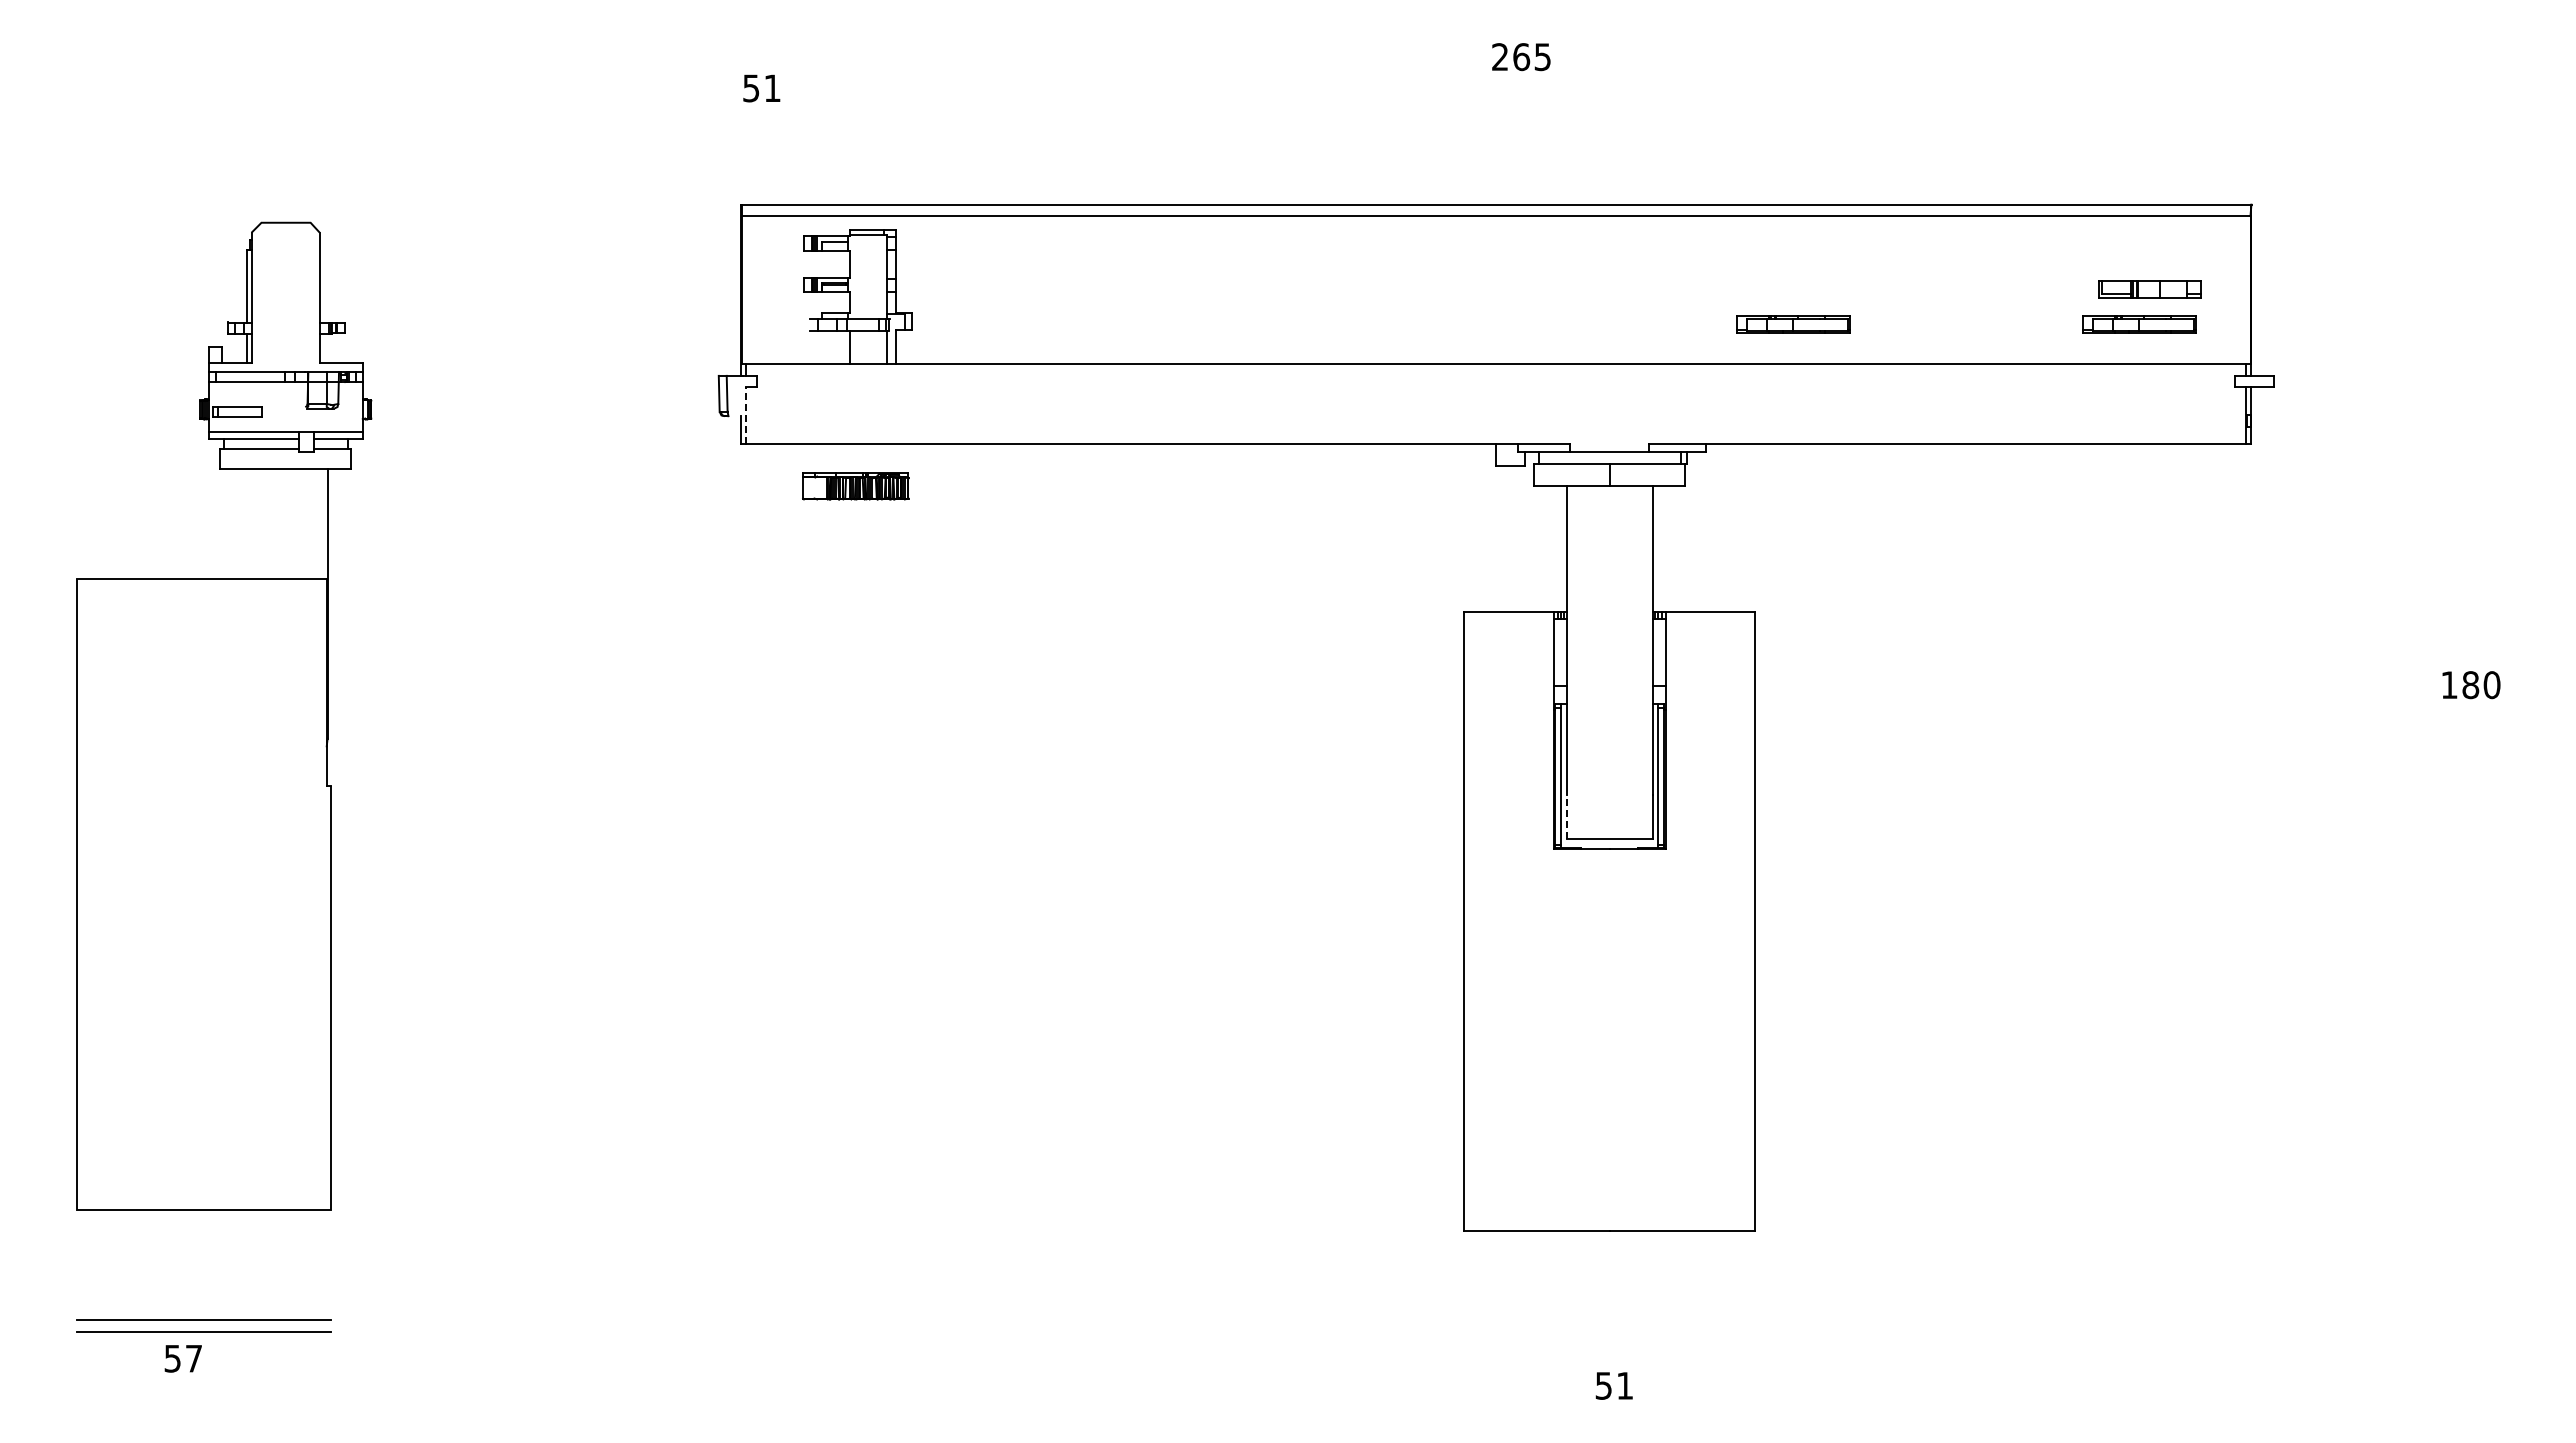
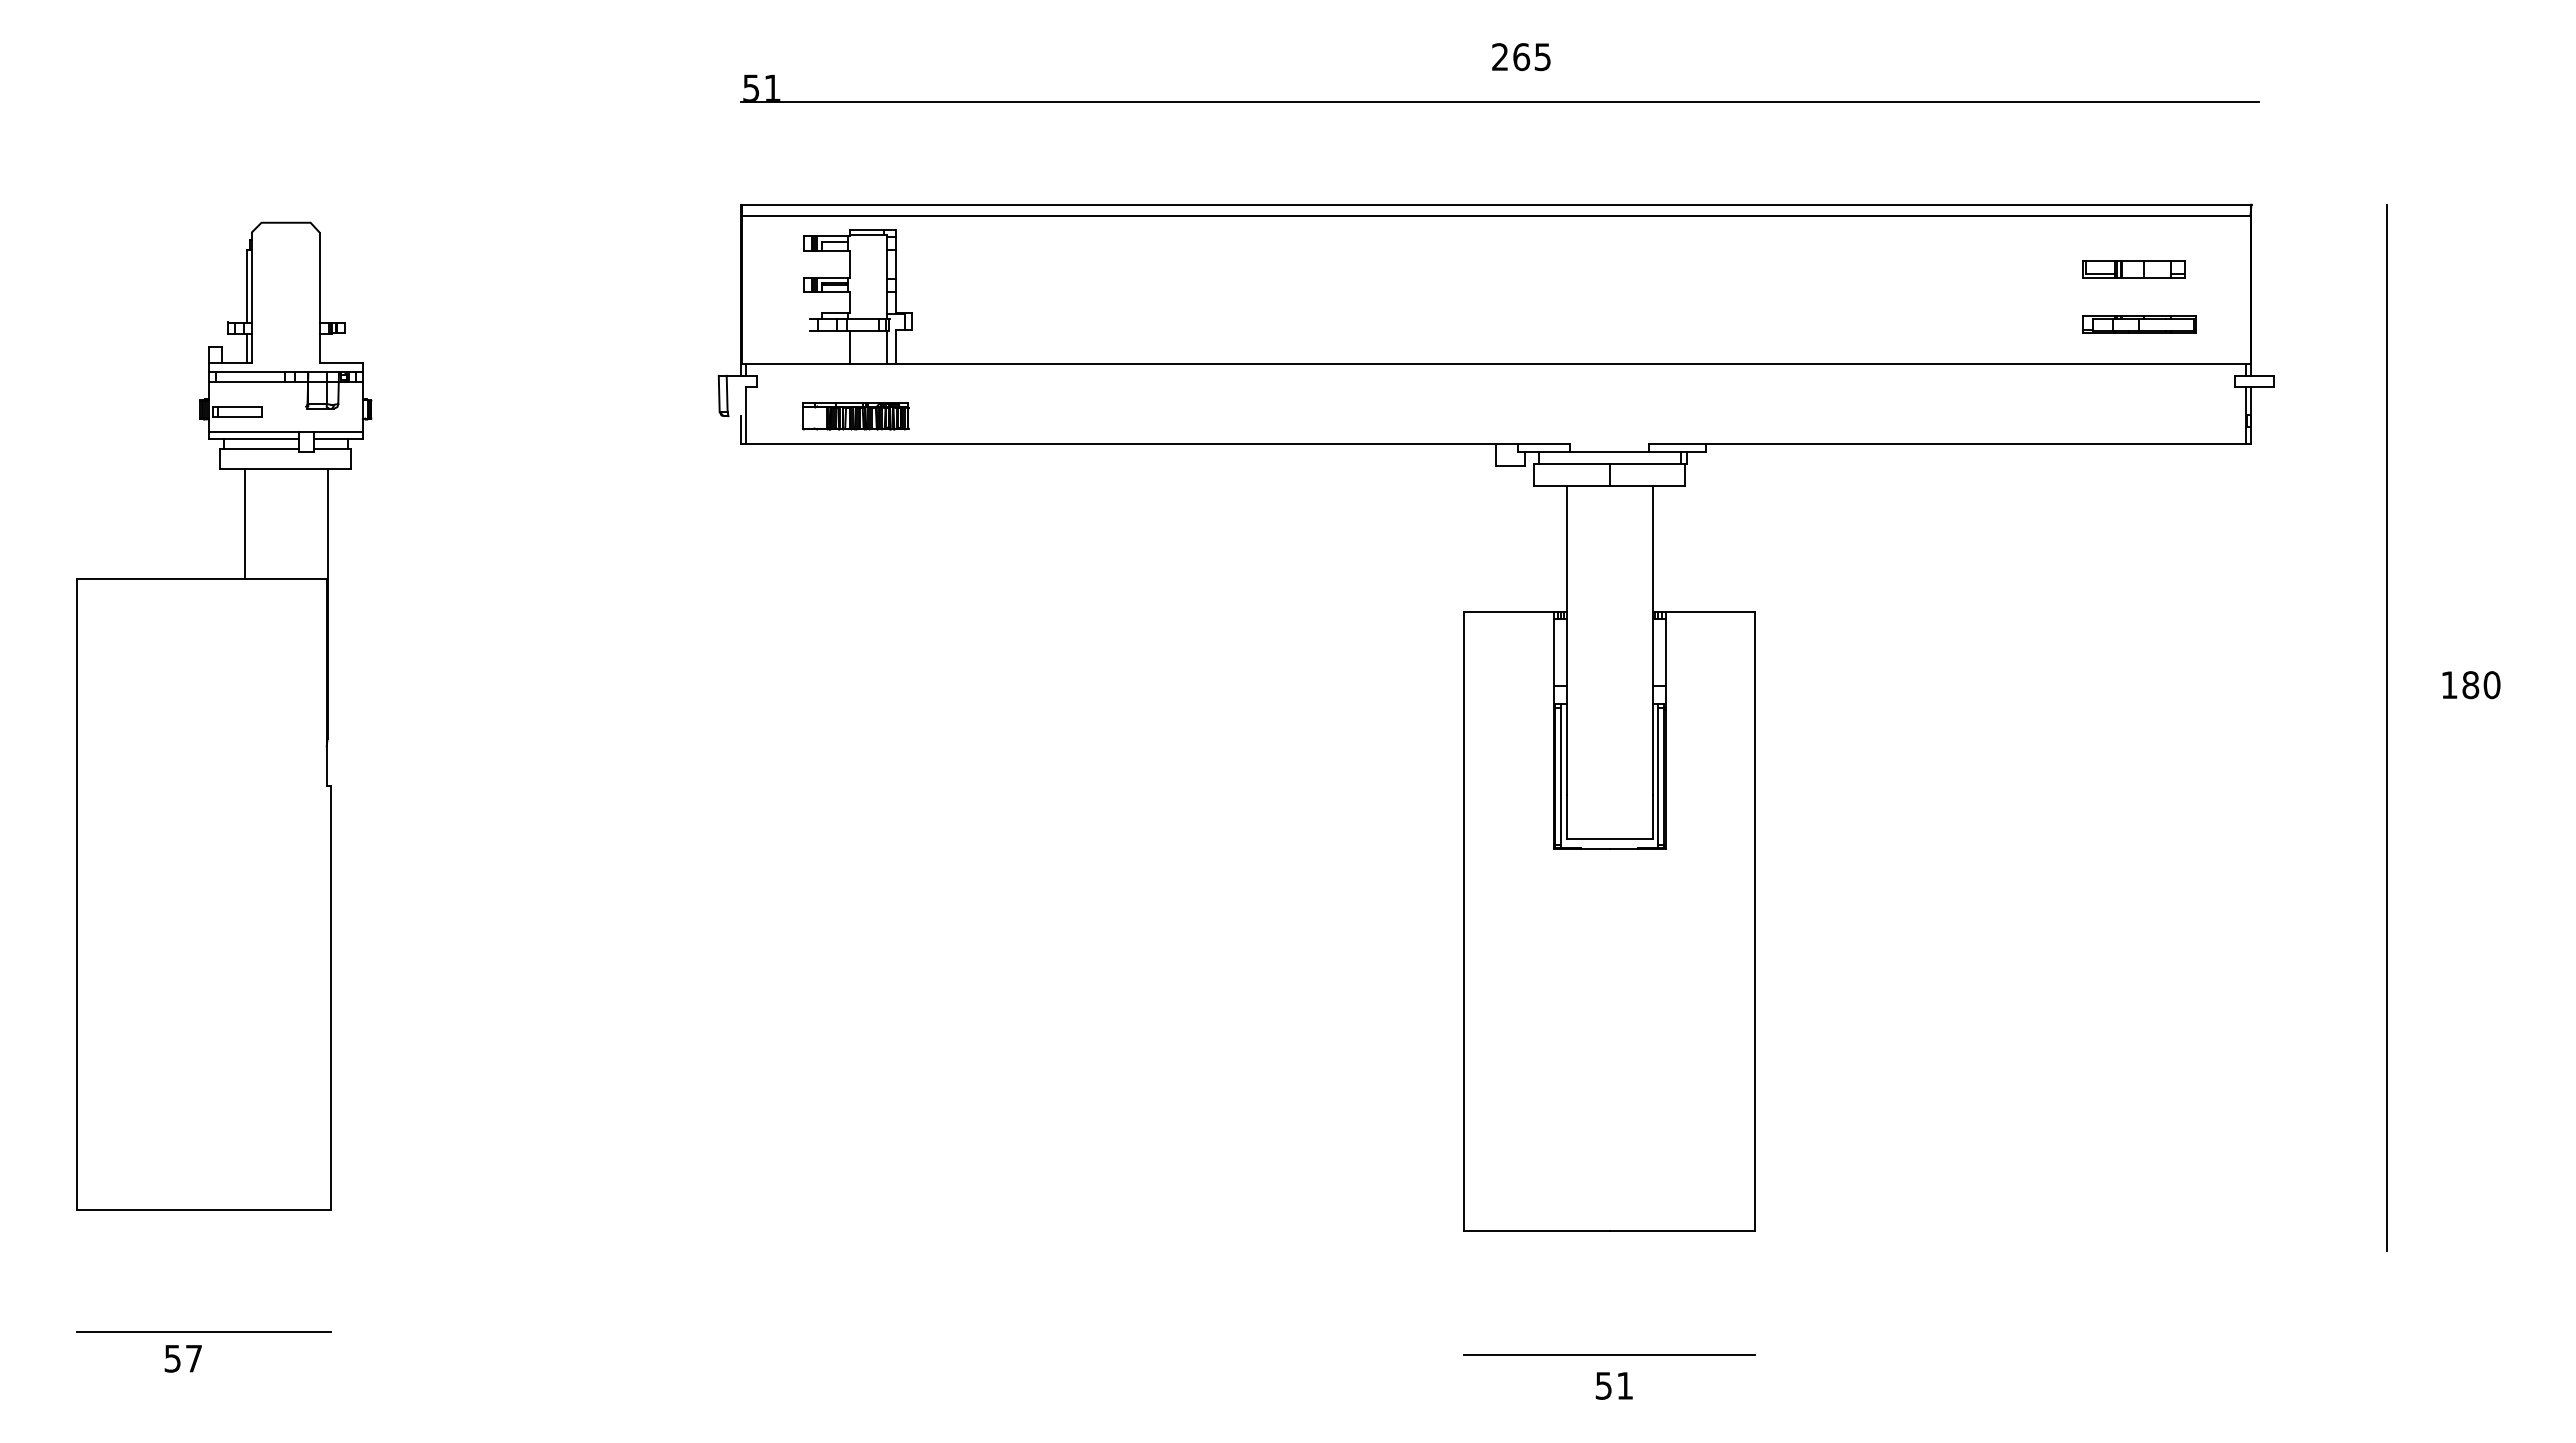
line at (1499, 101): none -> present
part at (2149, 289) position: (2149, 289) -> (2133, 269)
part at (1793, 324): present -> none
line at (746, 415): dashed -> solid
part at (855, 486) position: (855, 486) -> (855, 416)
line at (244, 524): none -> present
line at (2387, 727): none -> present
line at (1566, 816): dashed -> solid
line at (203, 1319): present -> none
line at (1609, 1355): none -> present
